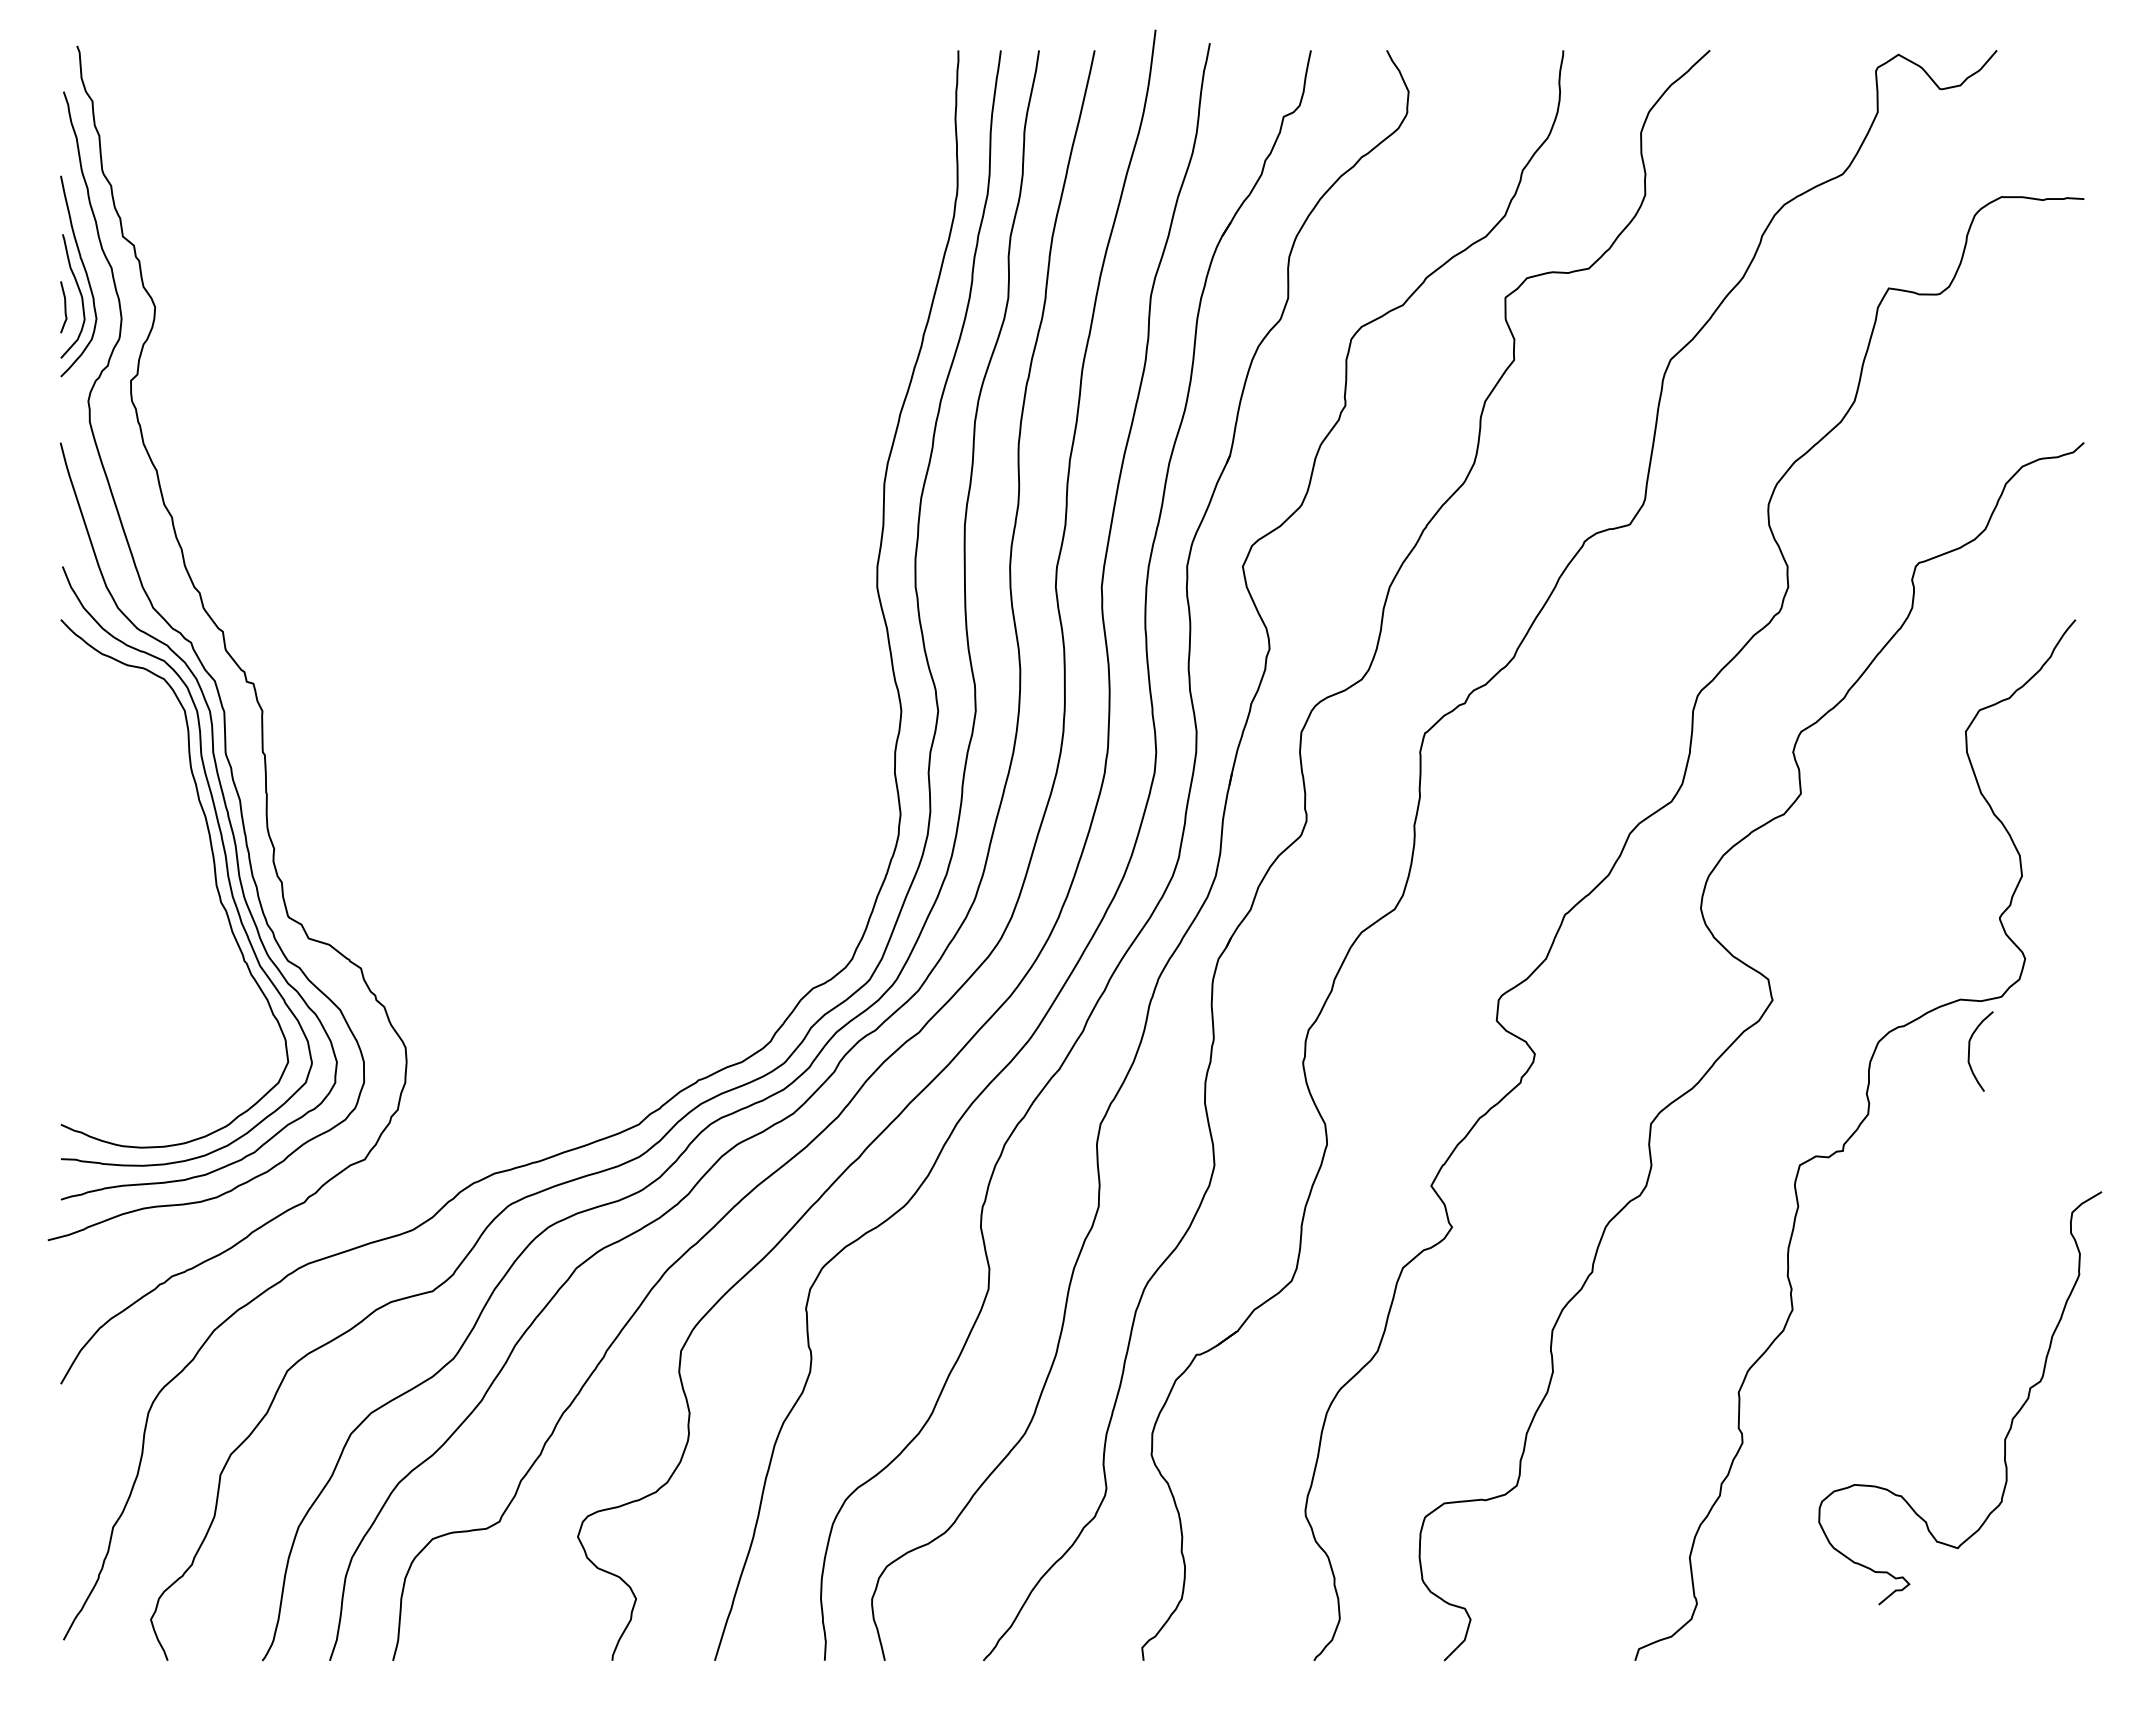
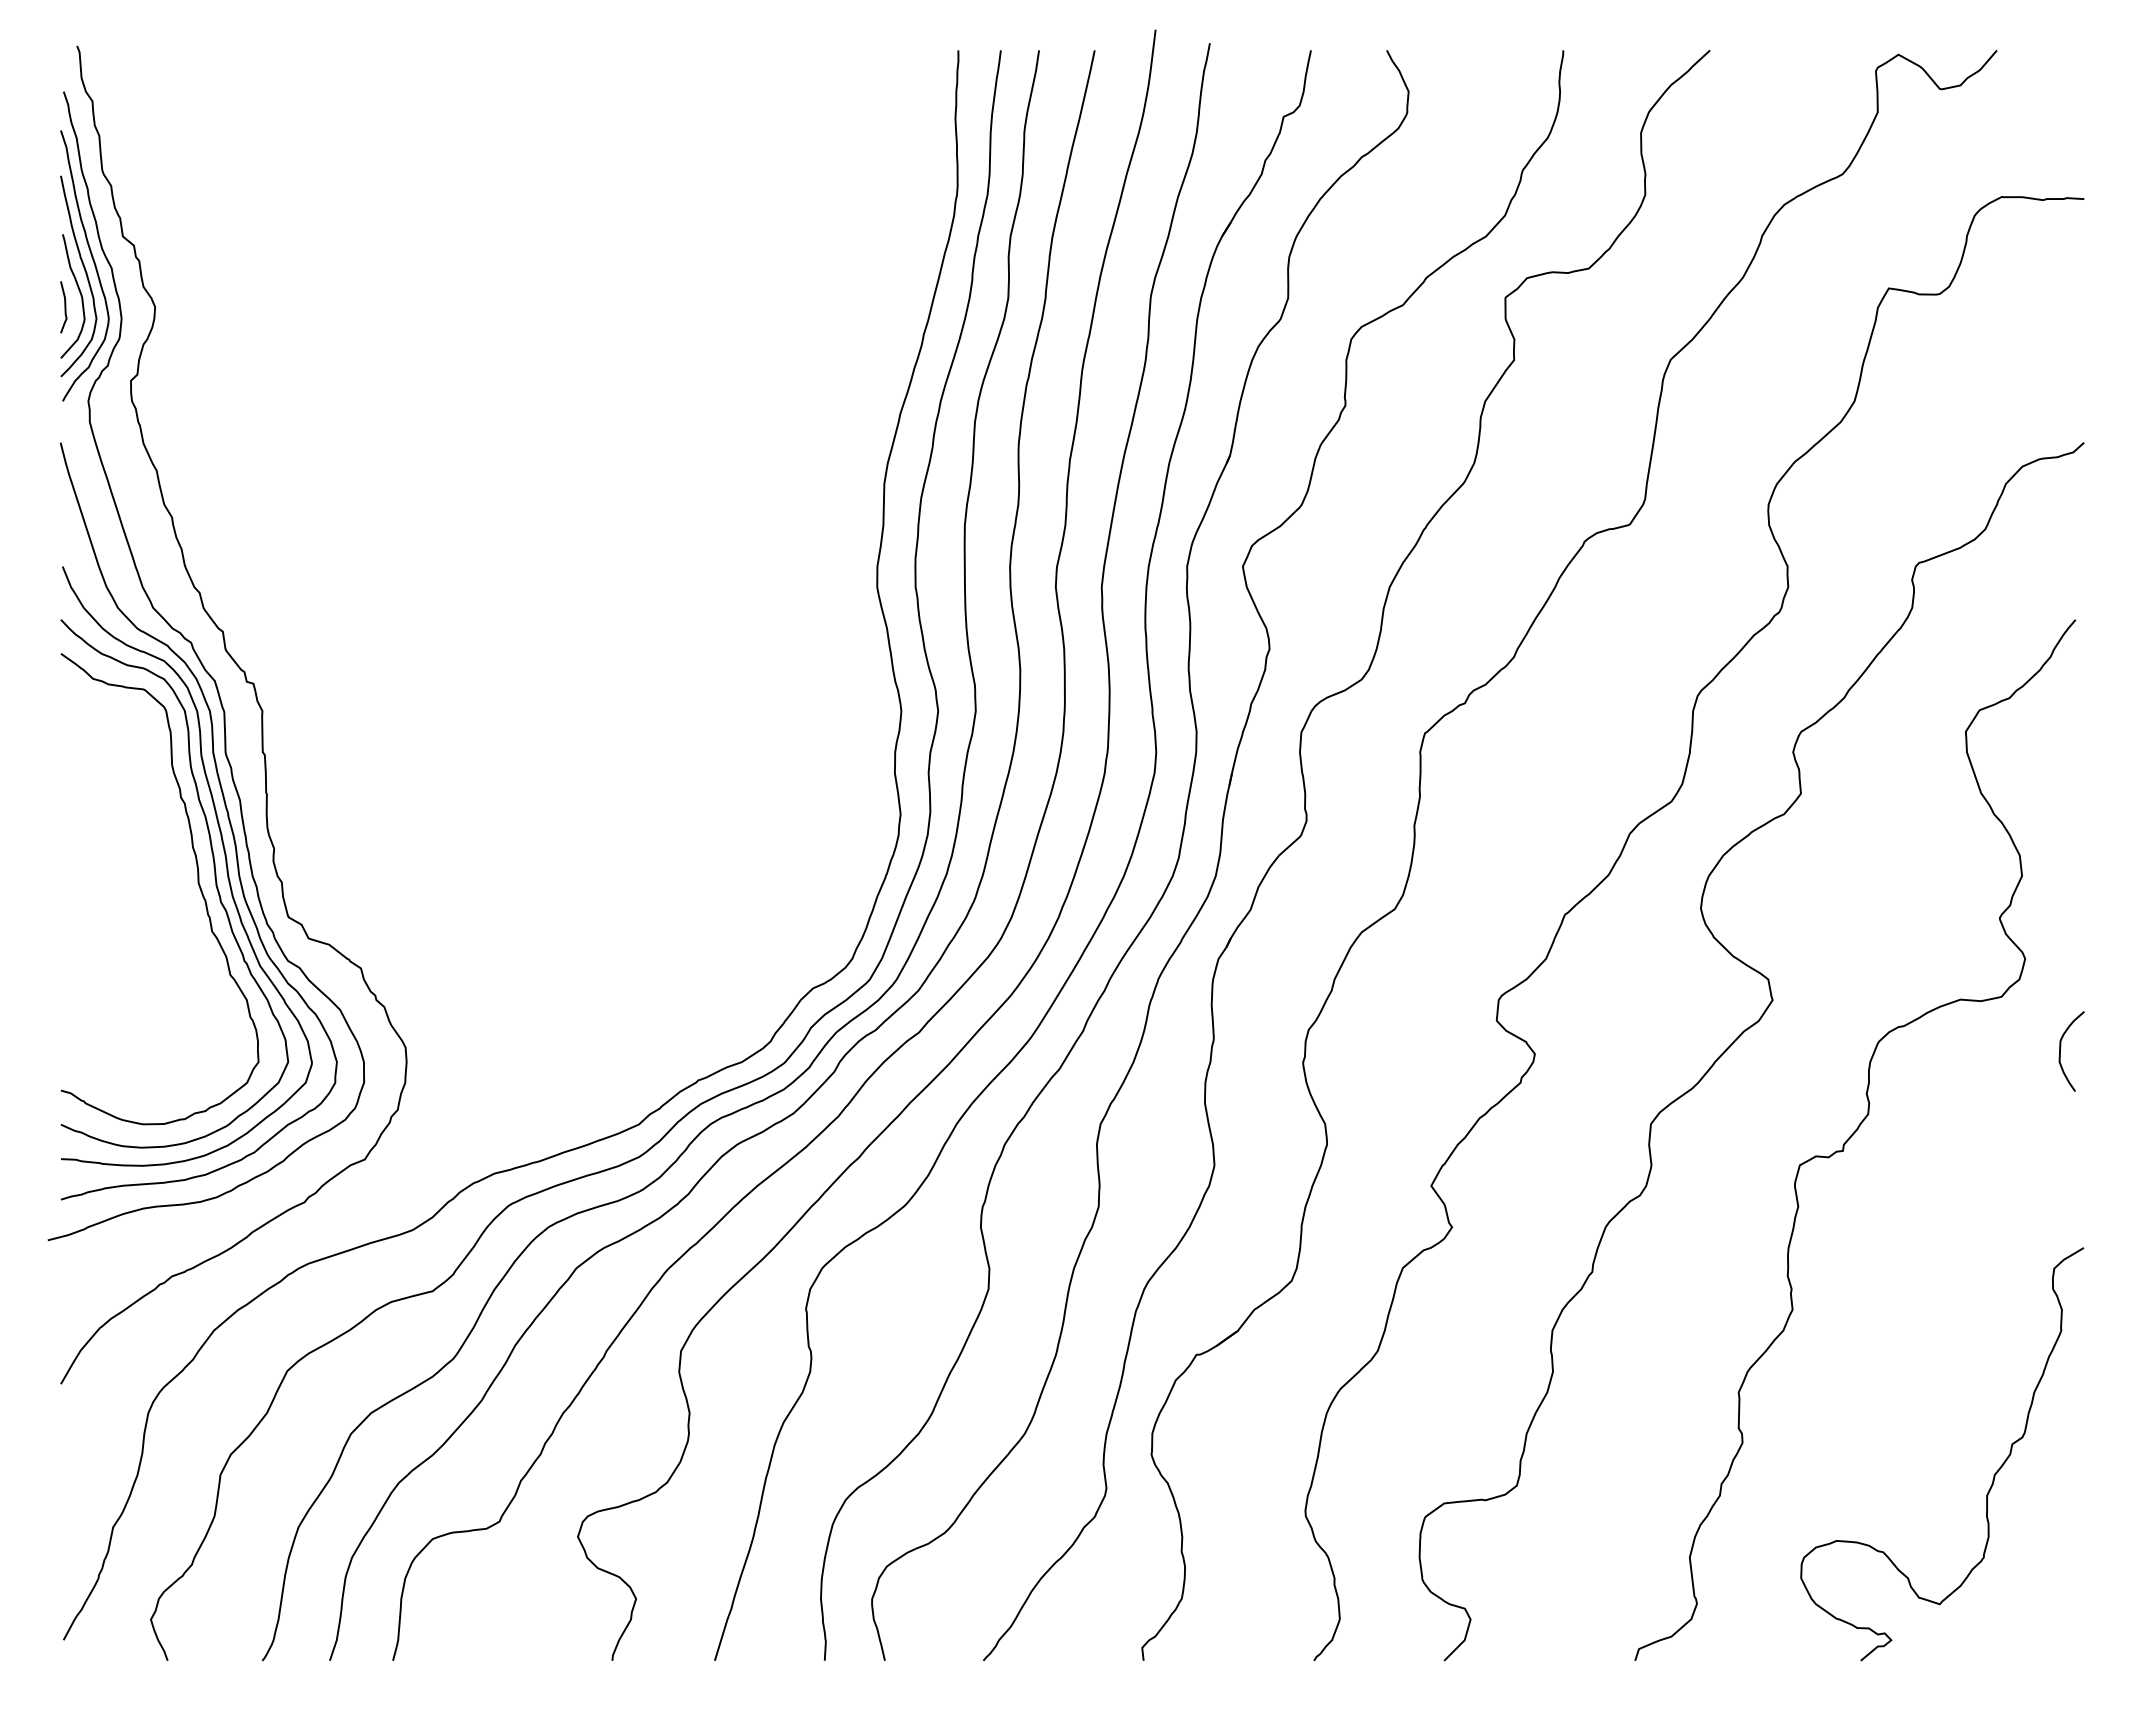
curve at (93, 263): none -> present
curve at (197, 883): none -> present
curve at (1970, 1047) position: (1970, 1047) -> (2061, 1047)
curve at (2011, 1419) position: (2011, 1419) -> (1993, 1475)
